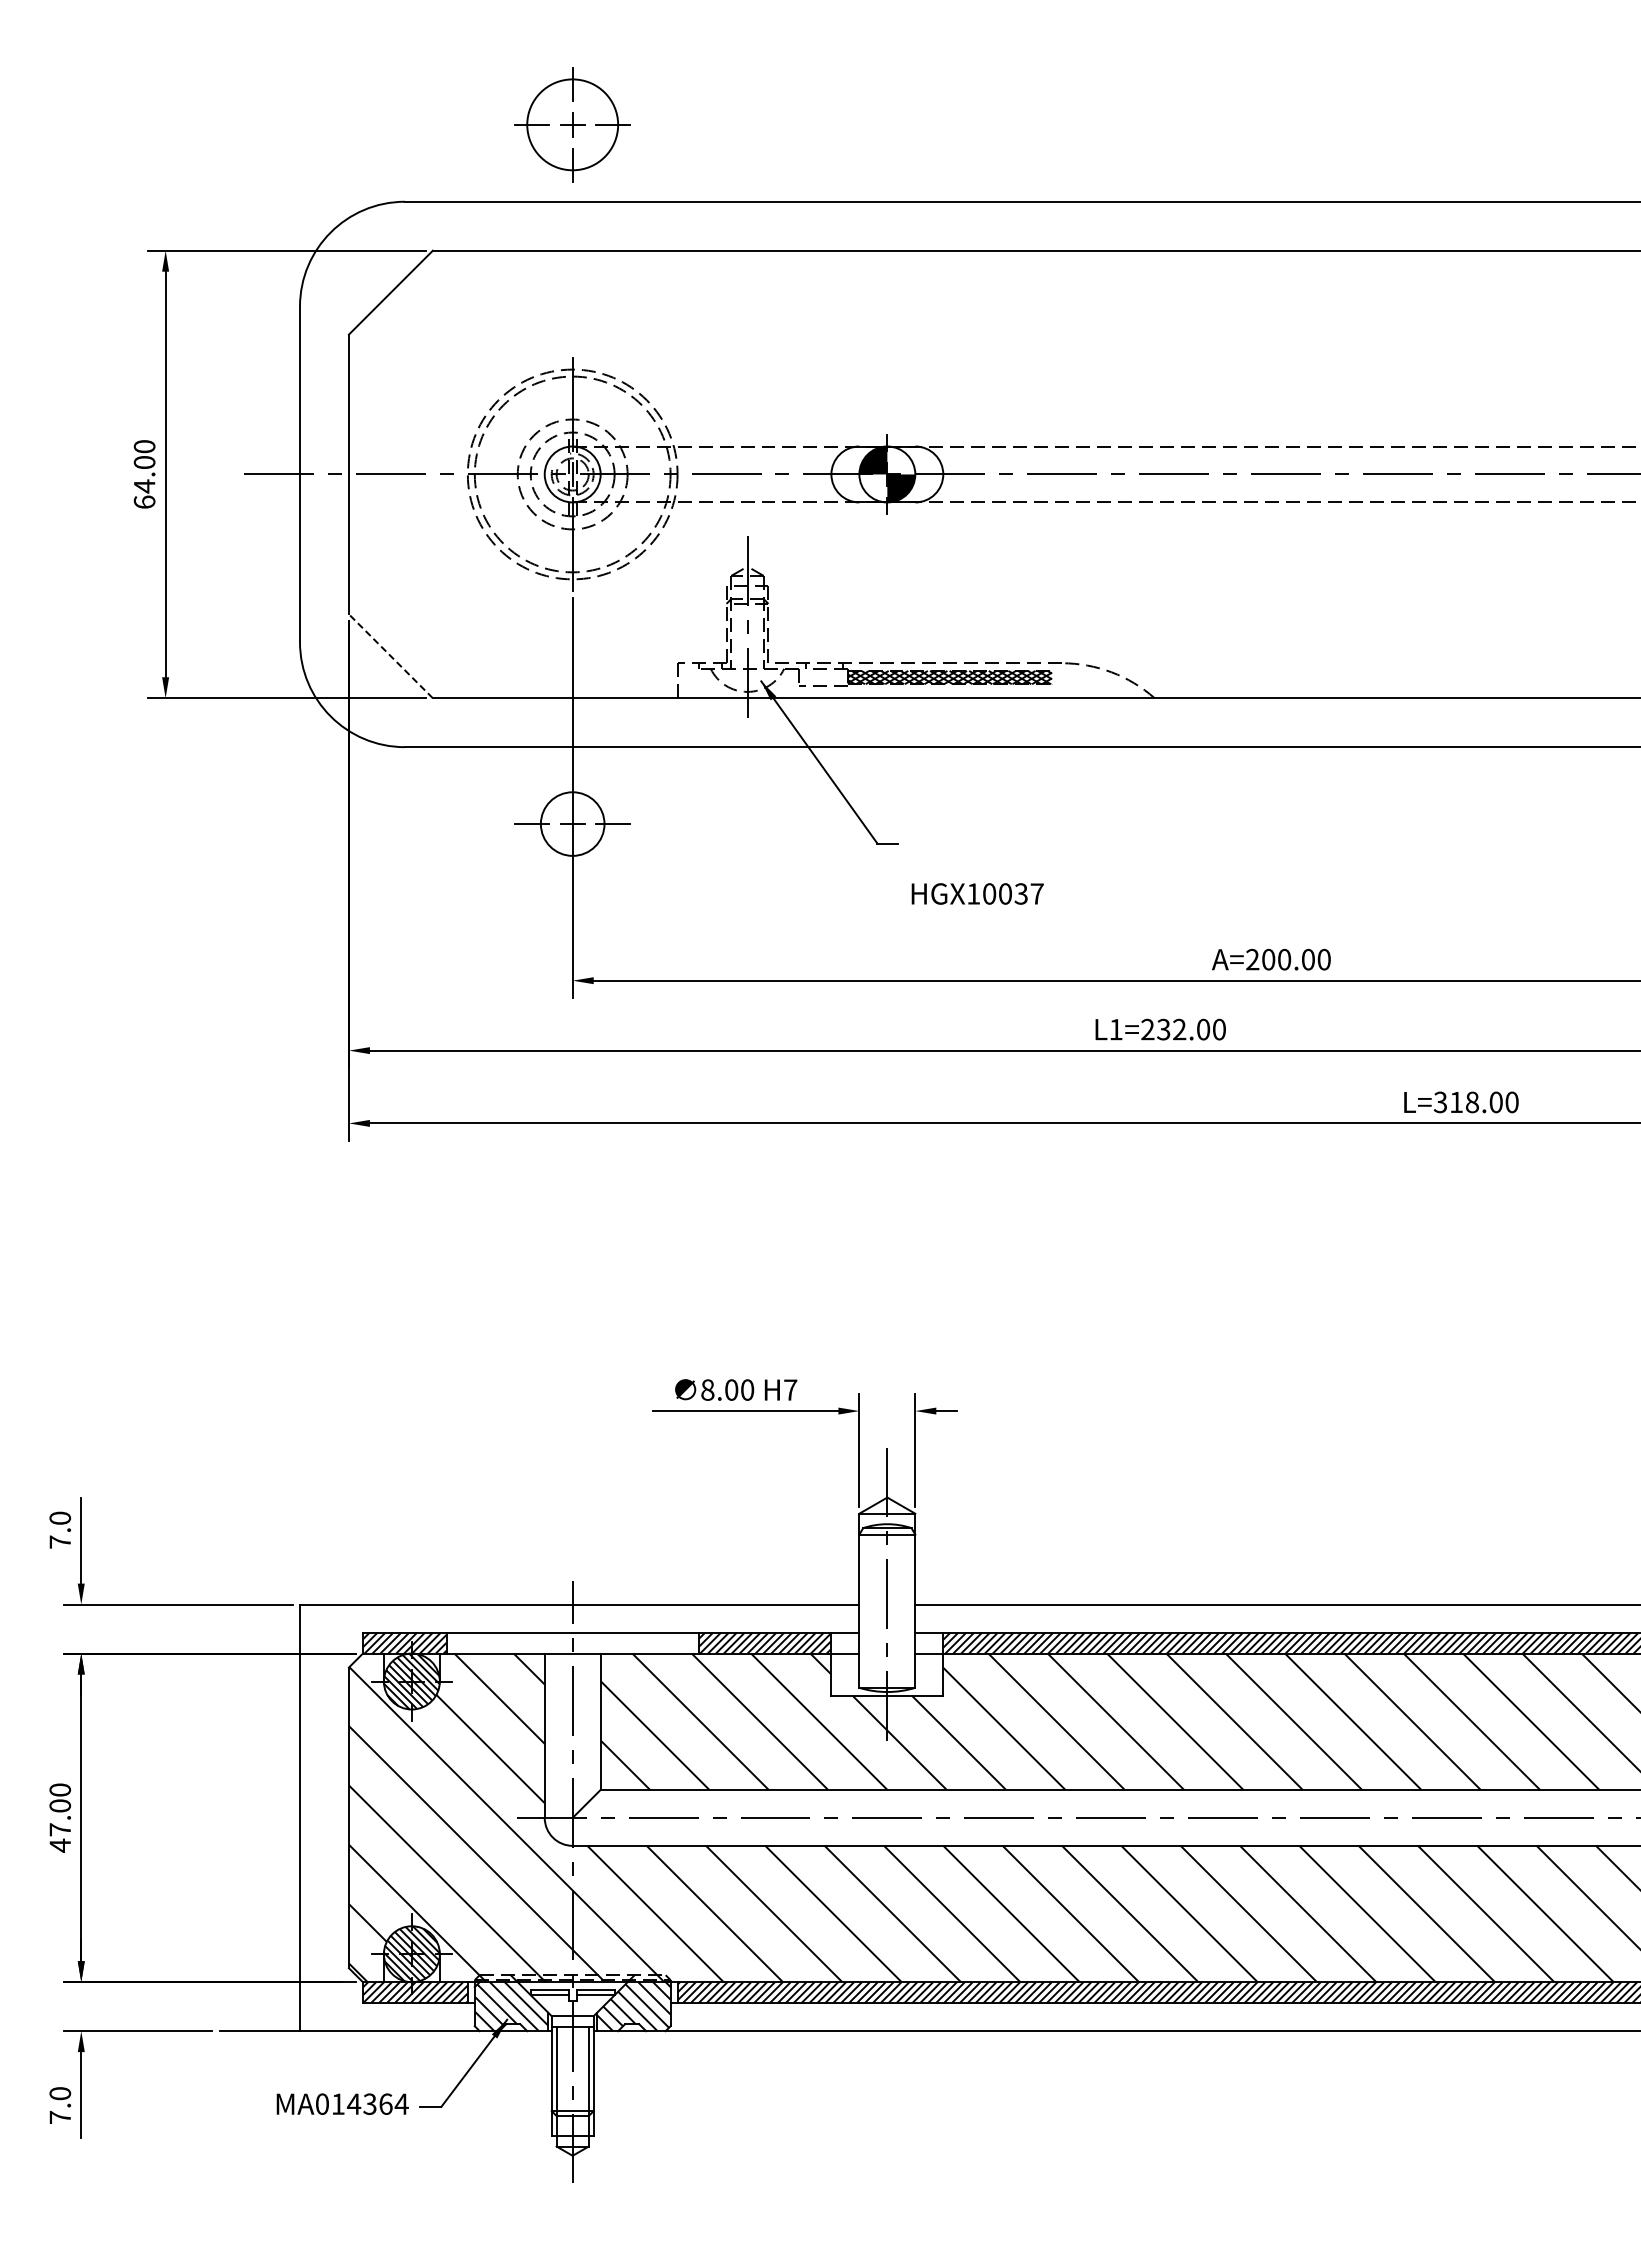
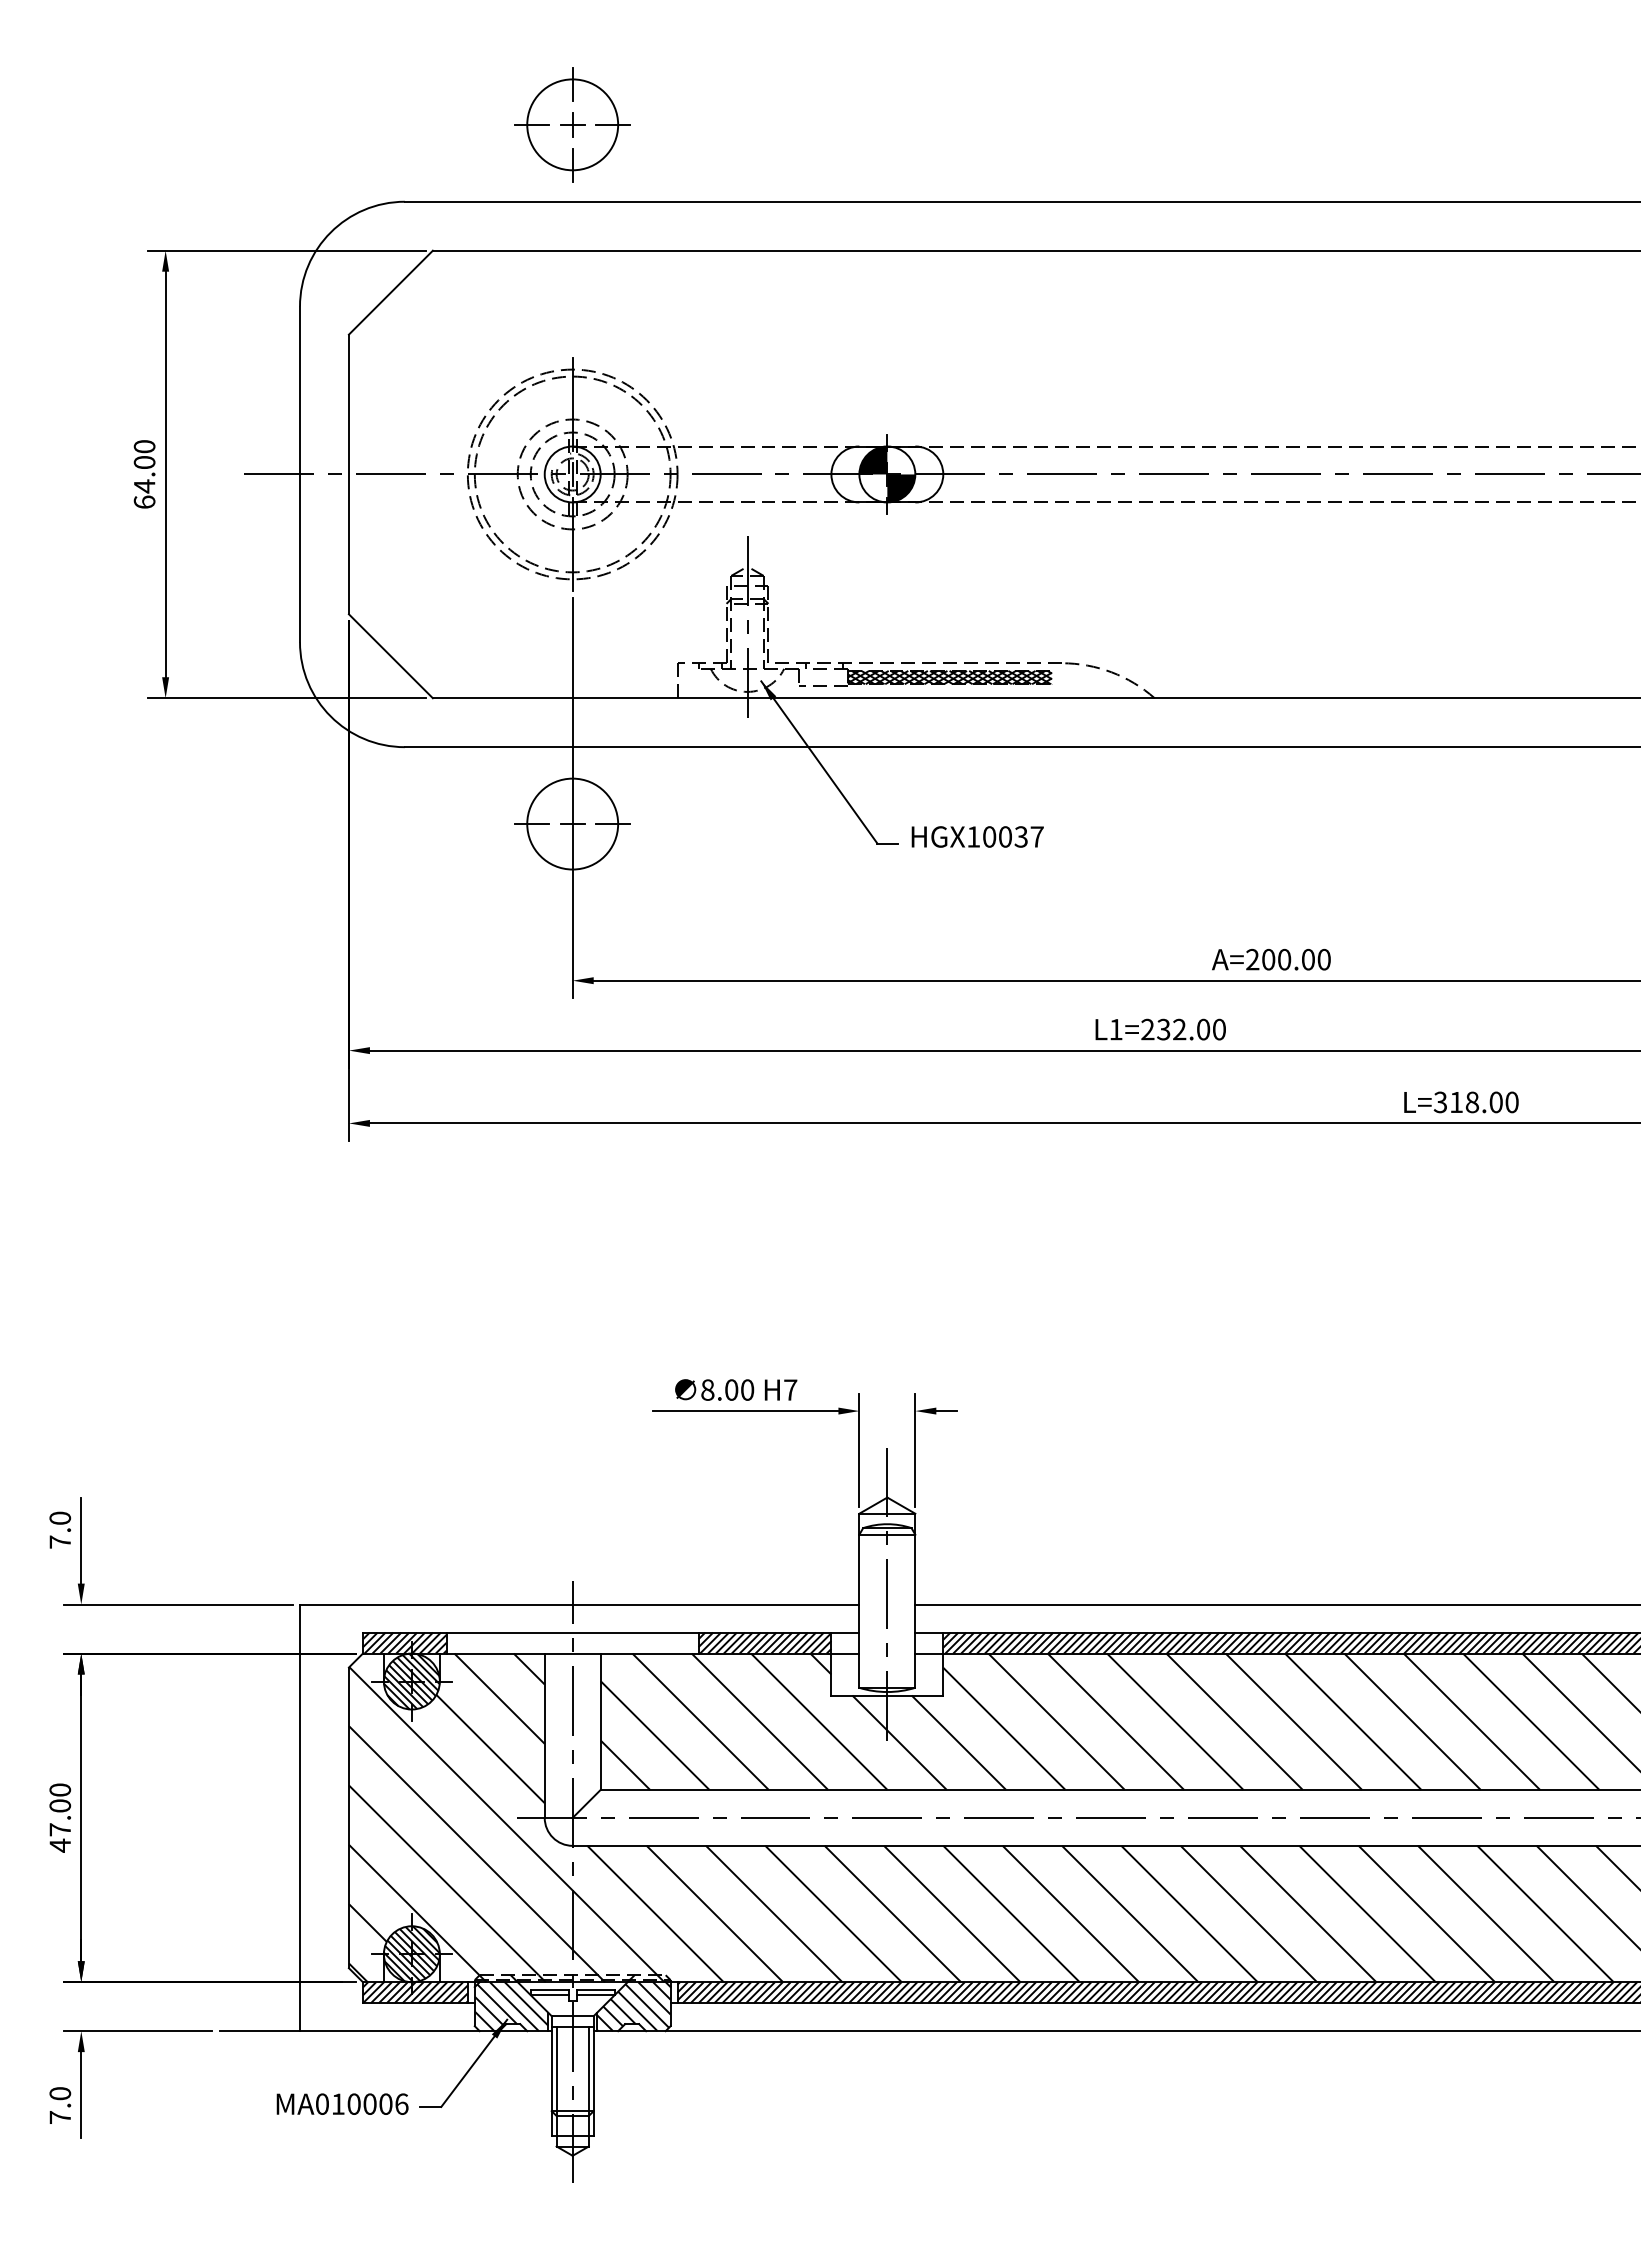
line at (390, 655): dashed -> solid
circle at (572, 823) diameter: 64 px -> 91 px
text at (977, 893) position: (977, 893) -> (977, 836)
text at (377, 2103): MA014364 -> MA010006
